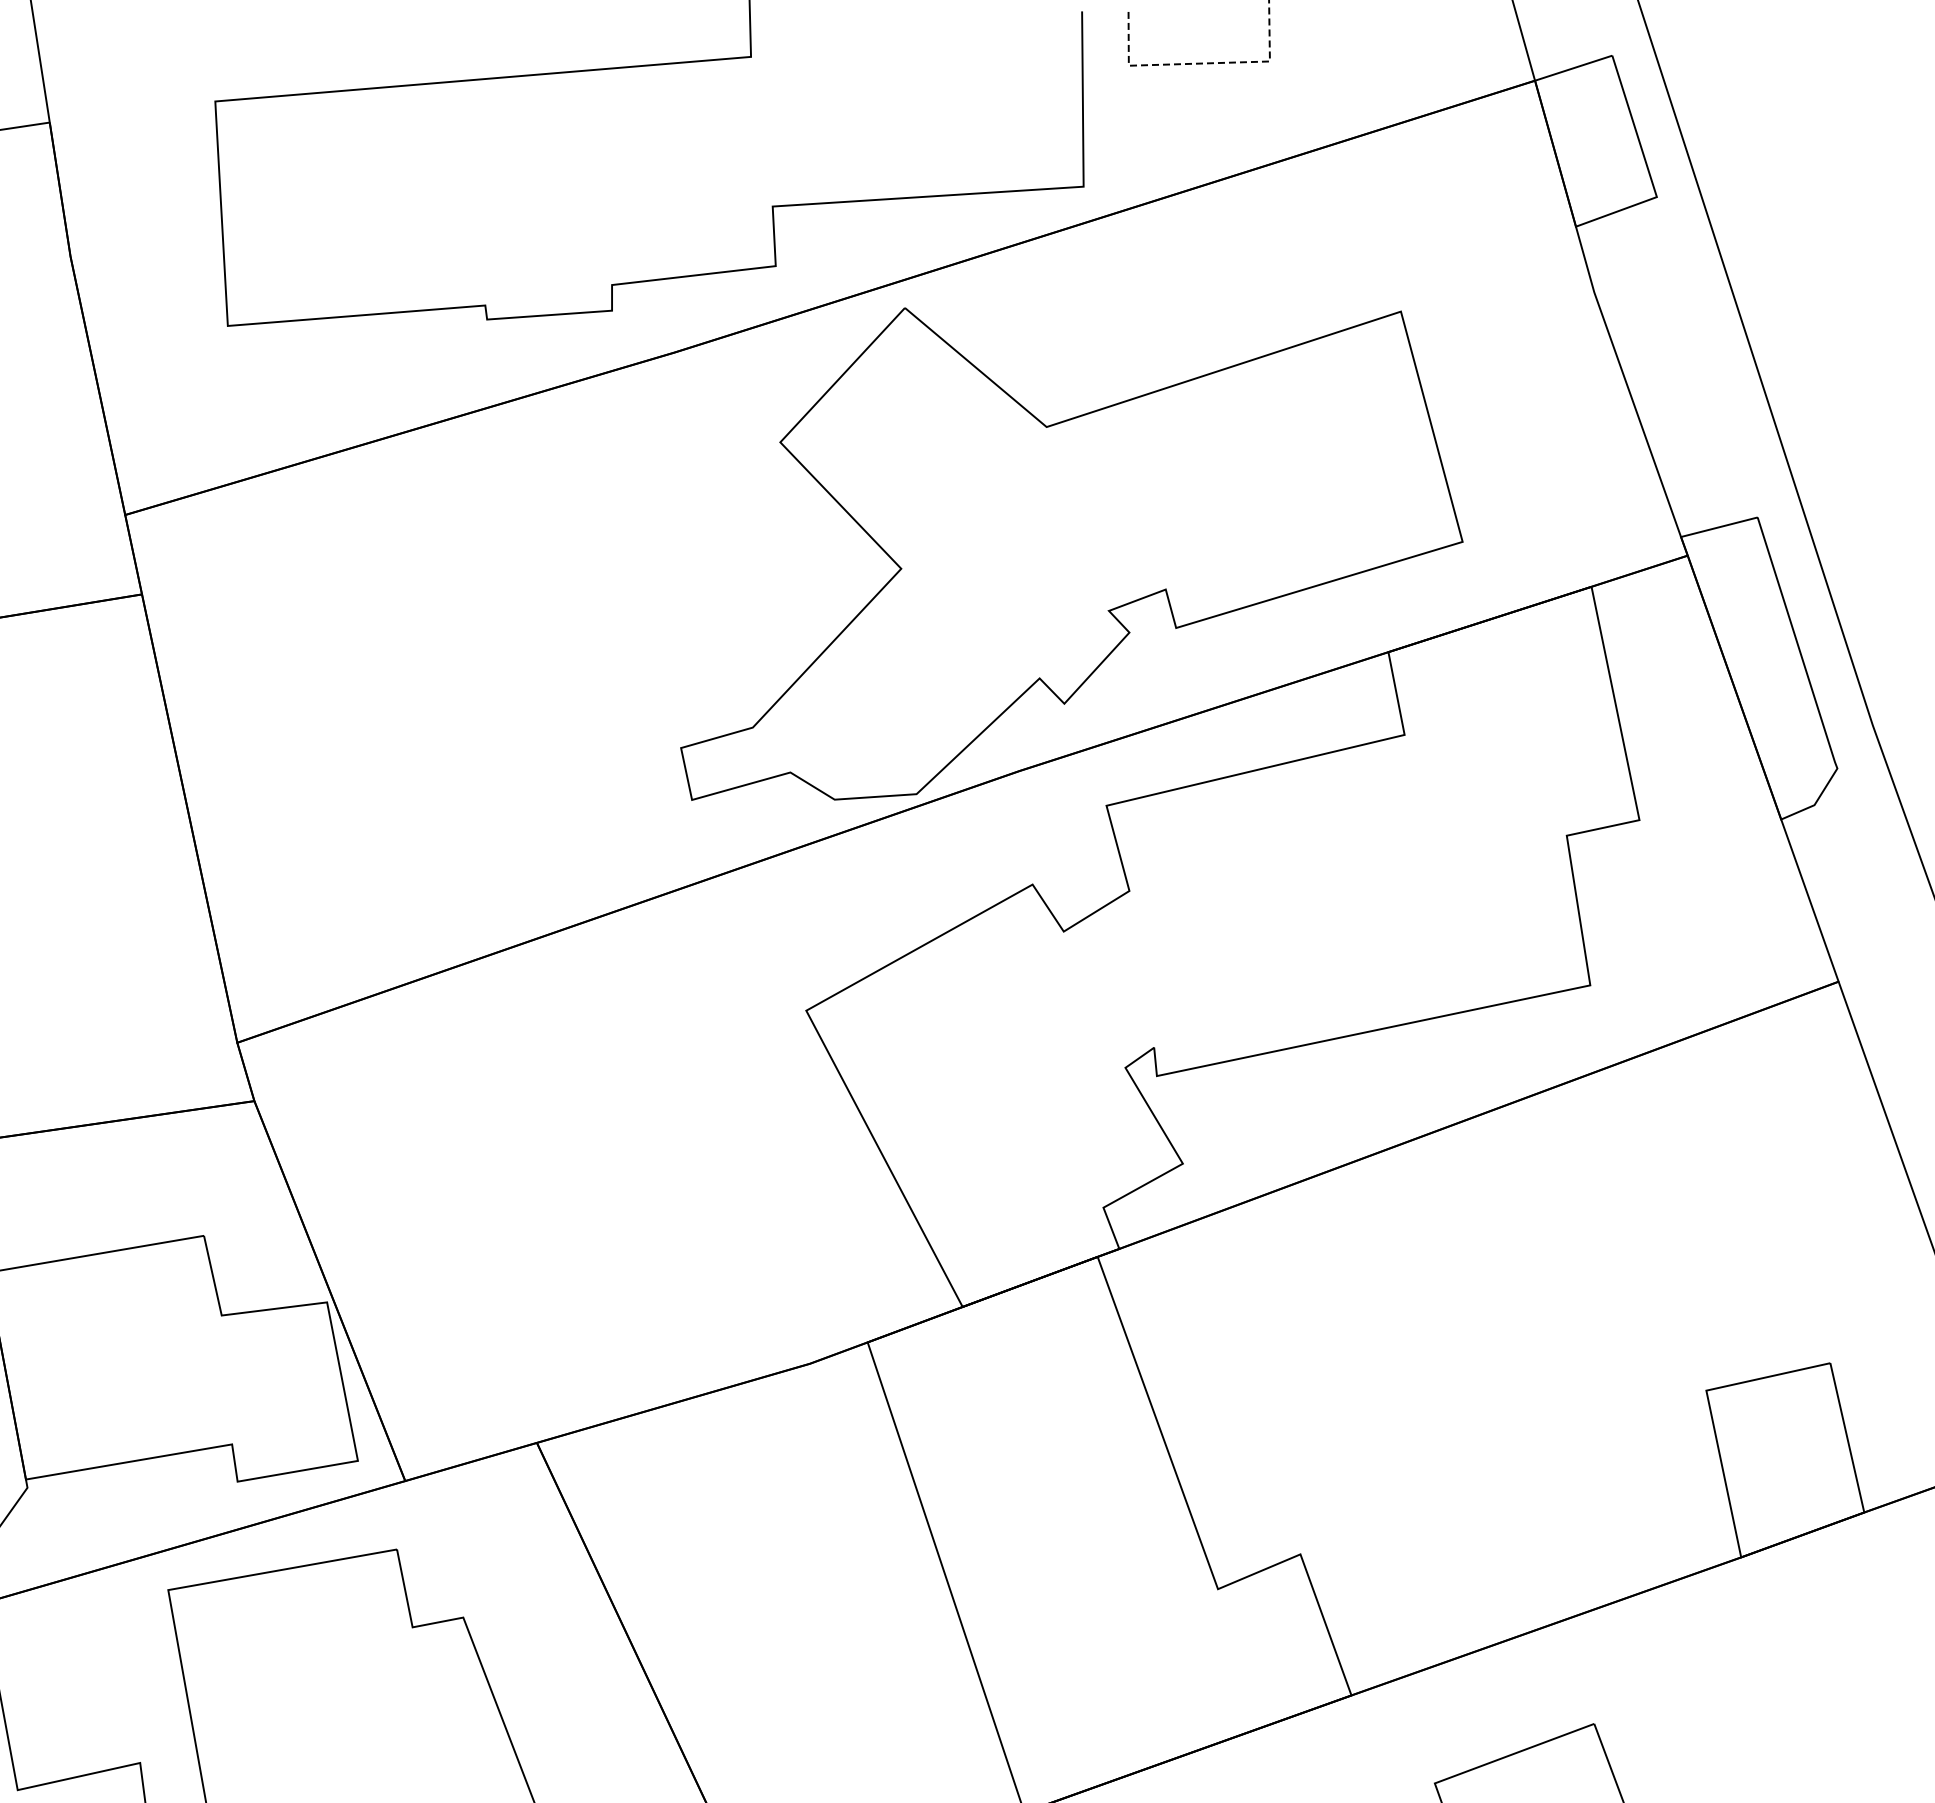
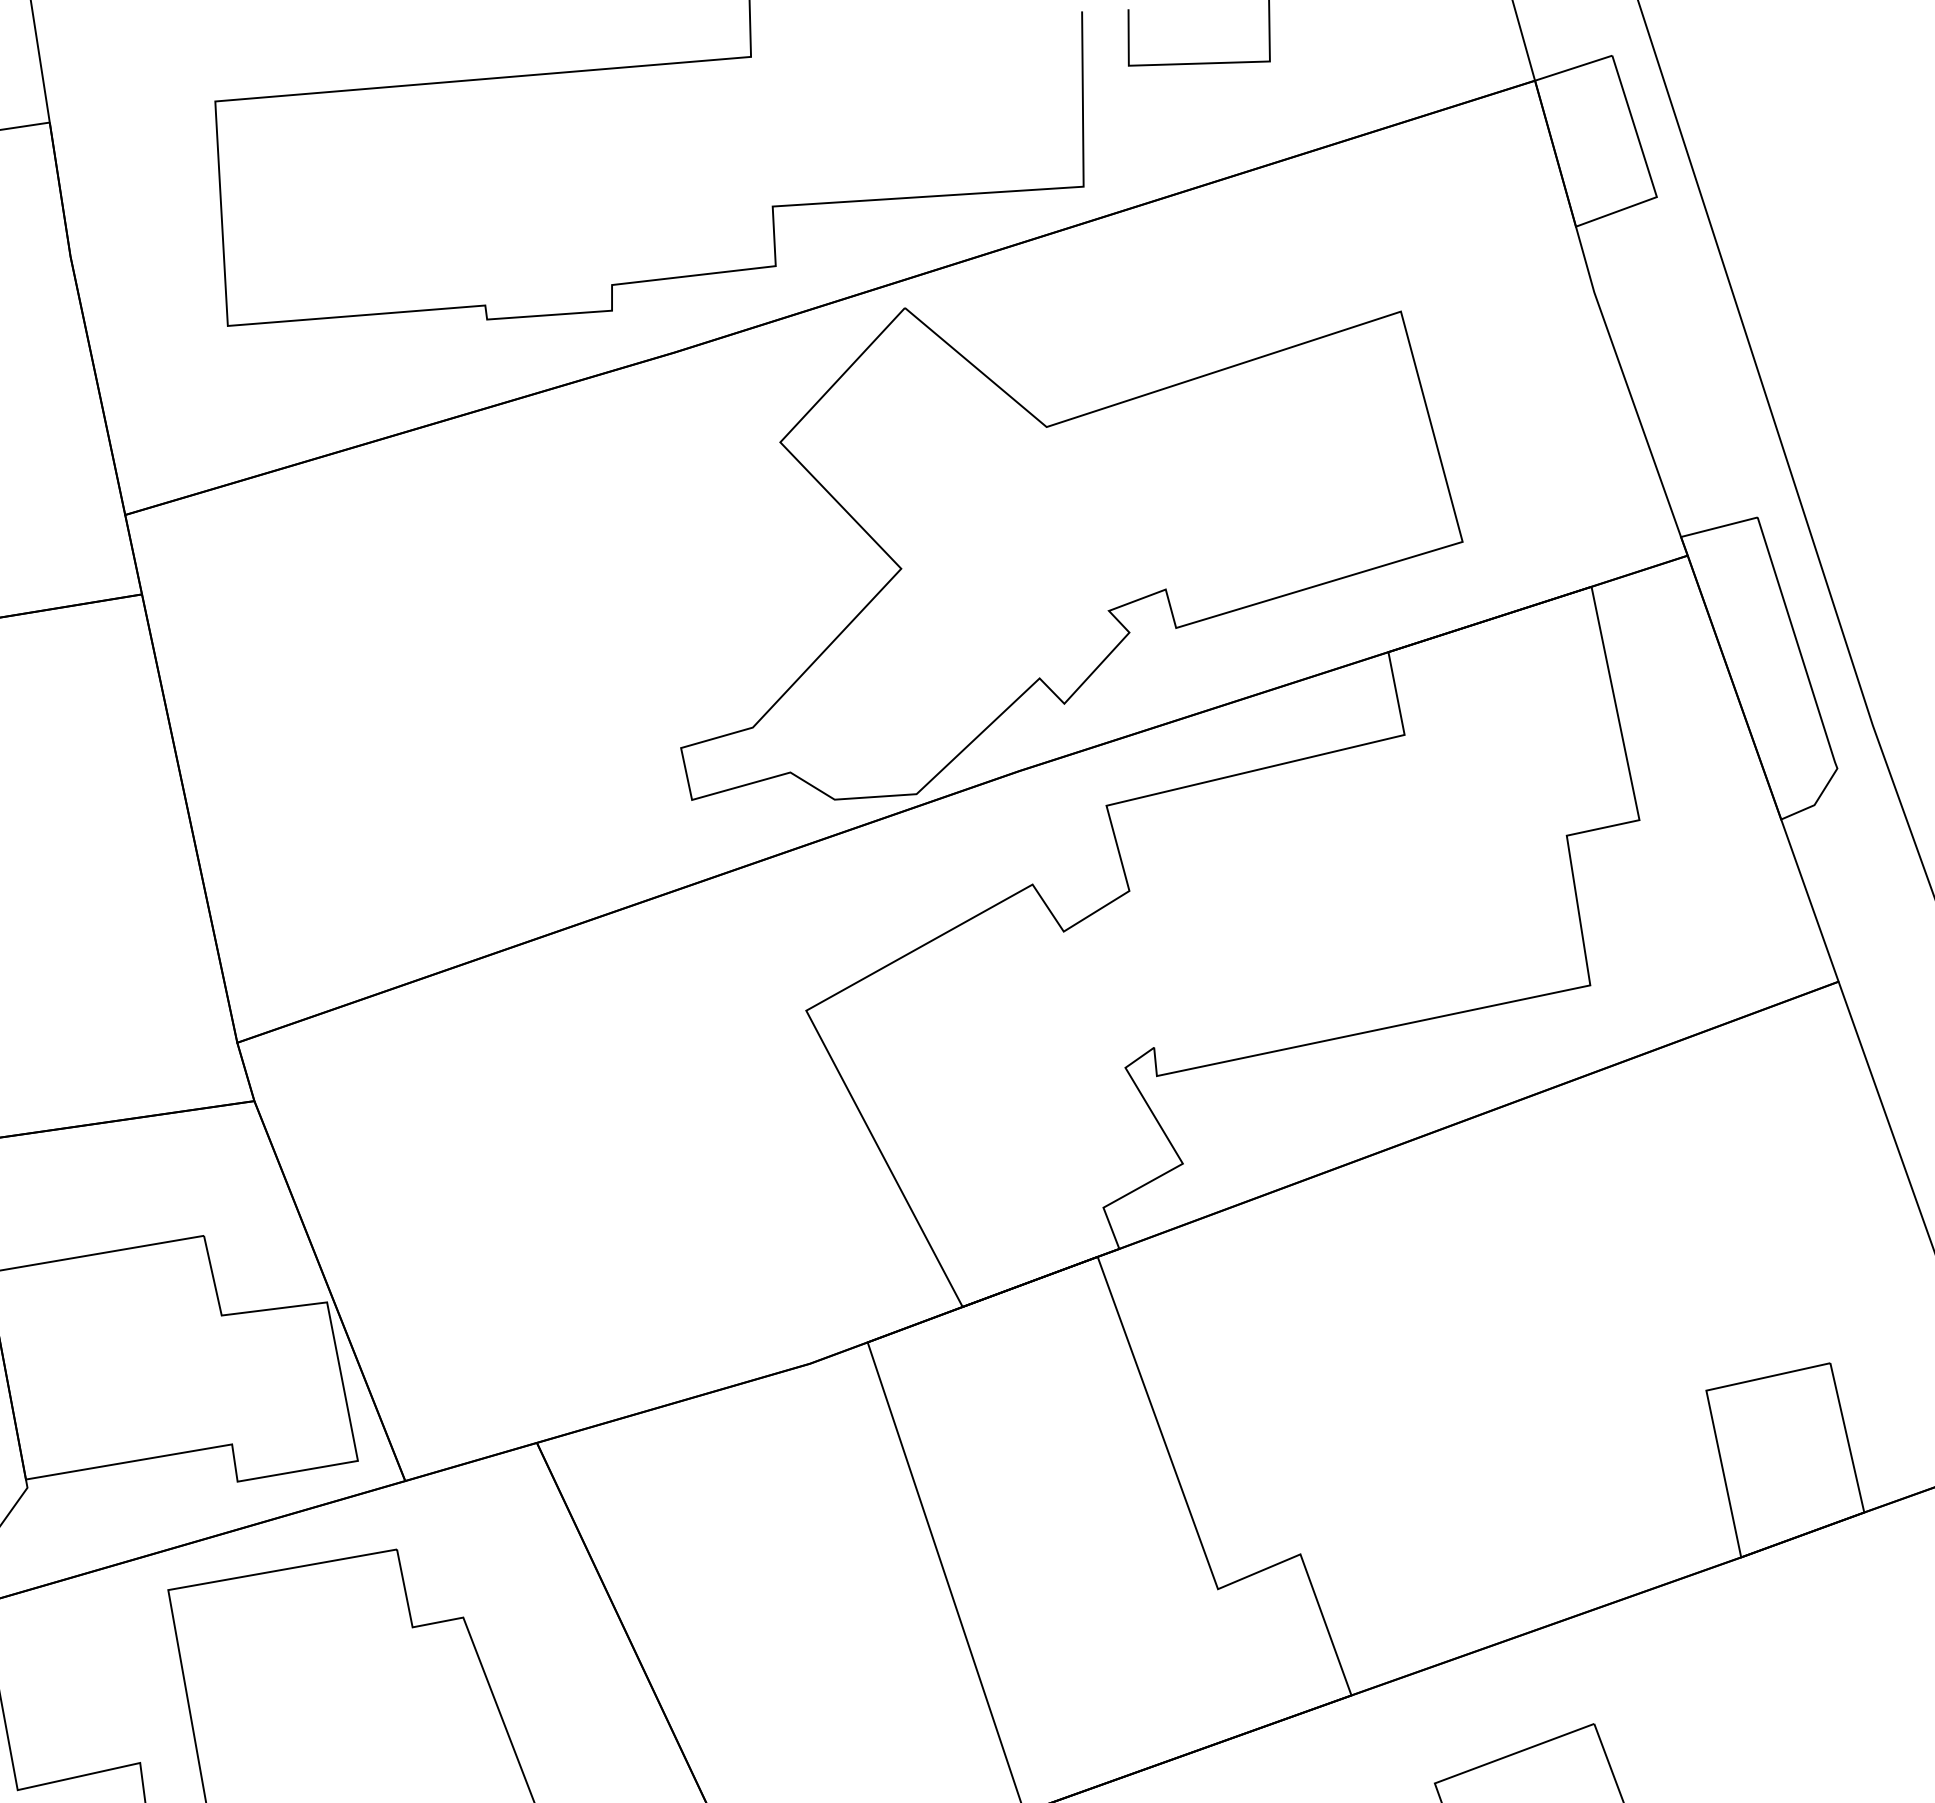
line at (1201, 63): dashed -> solid
